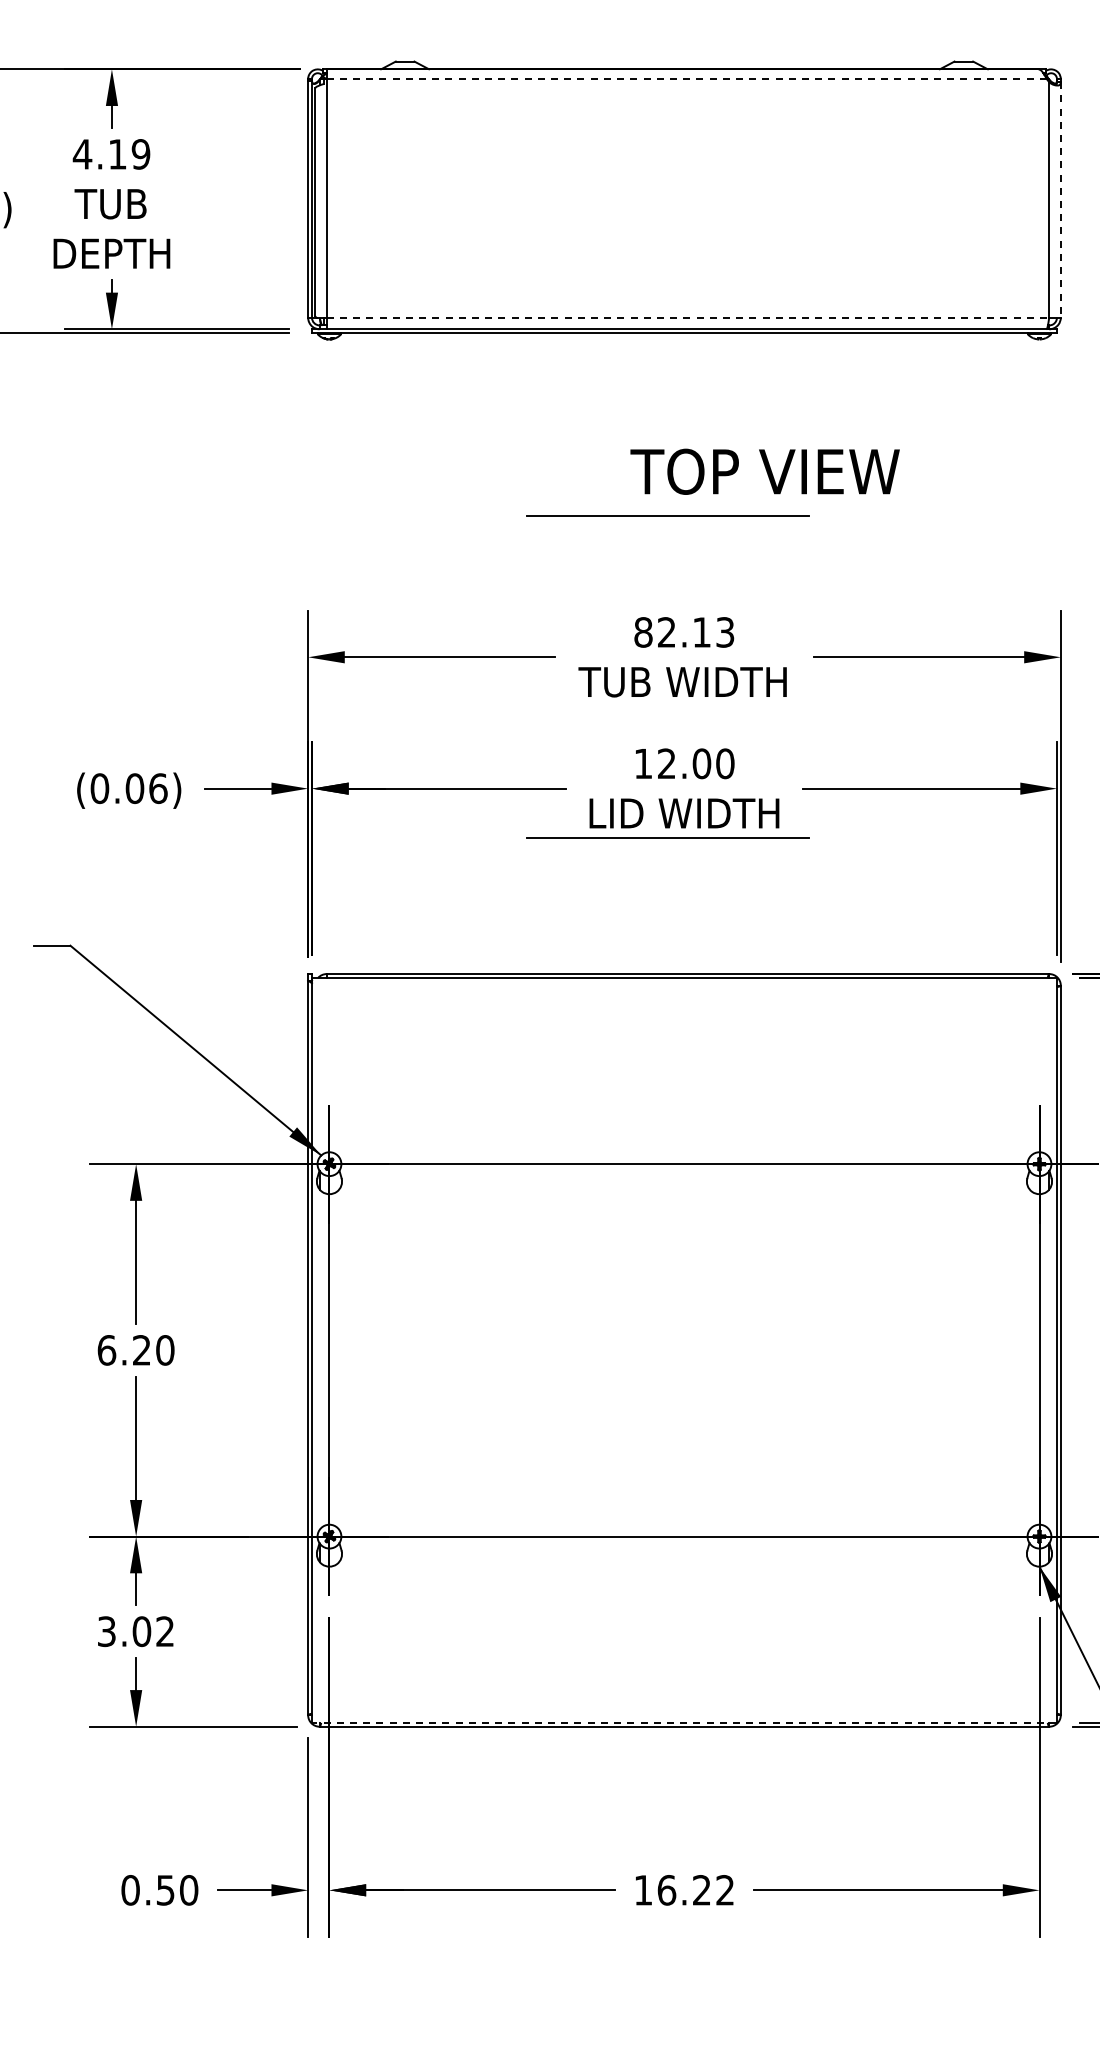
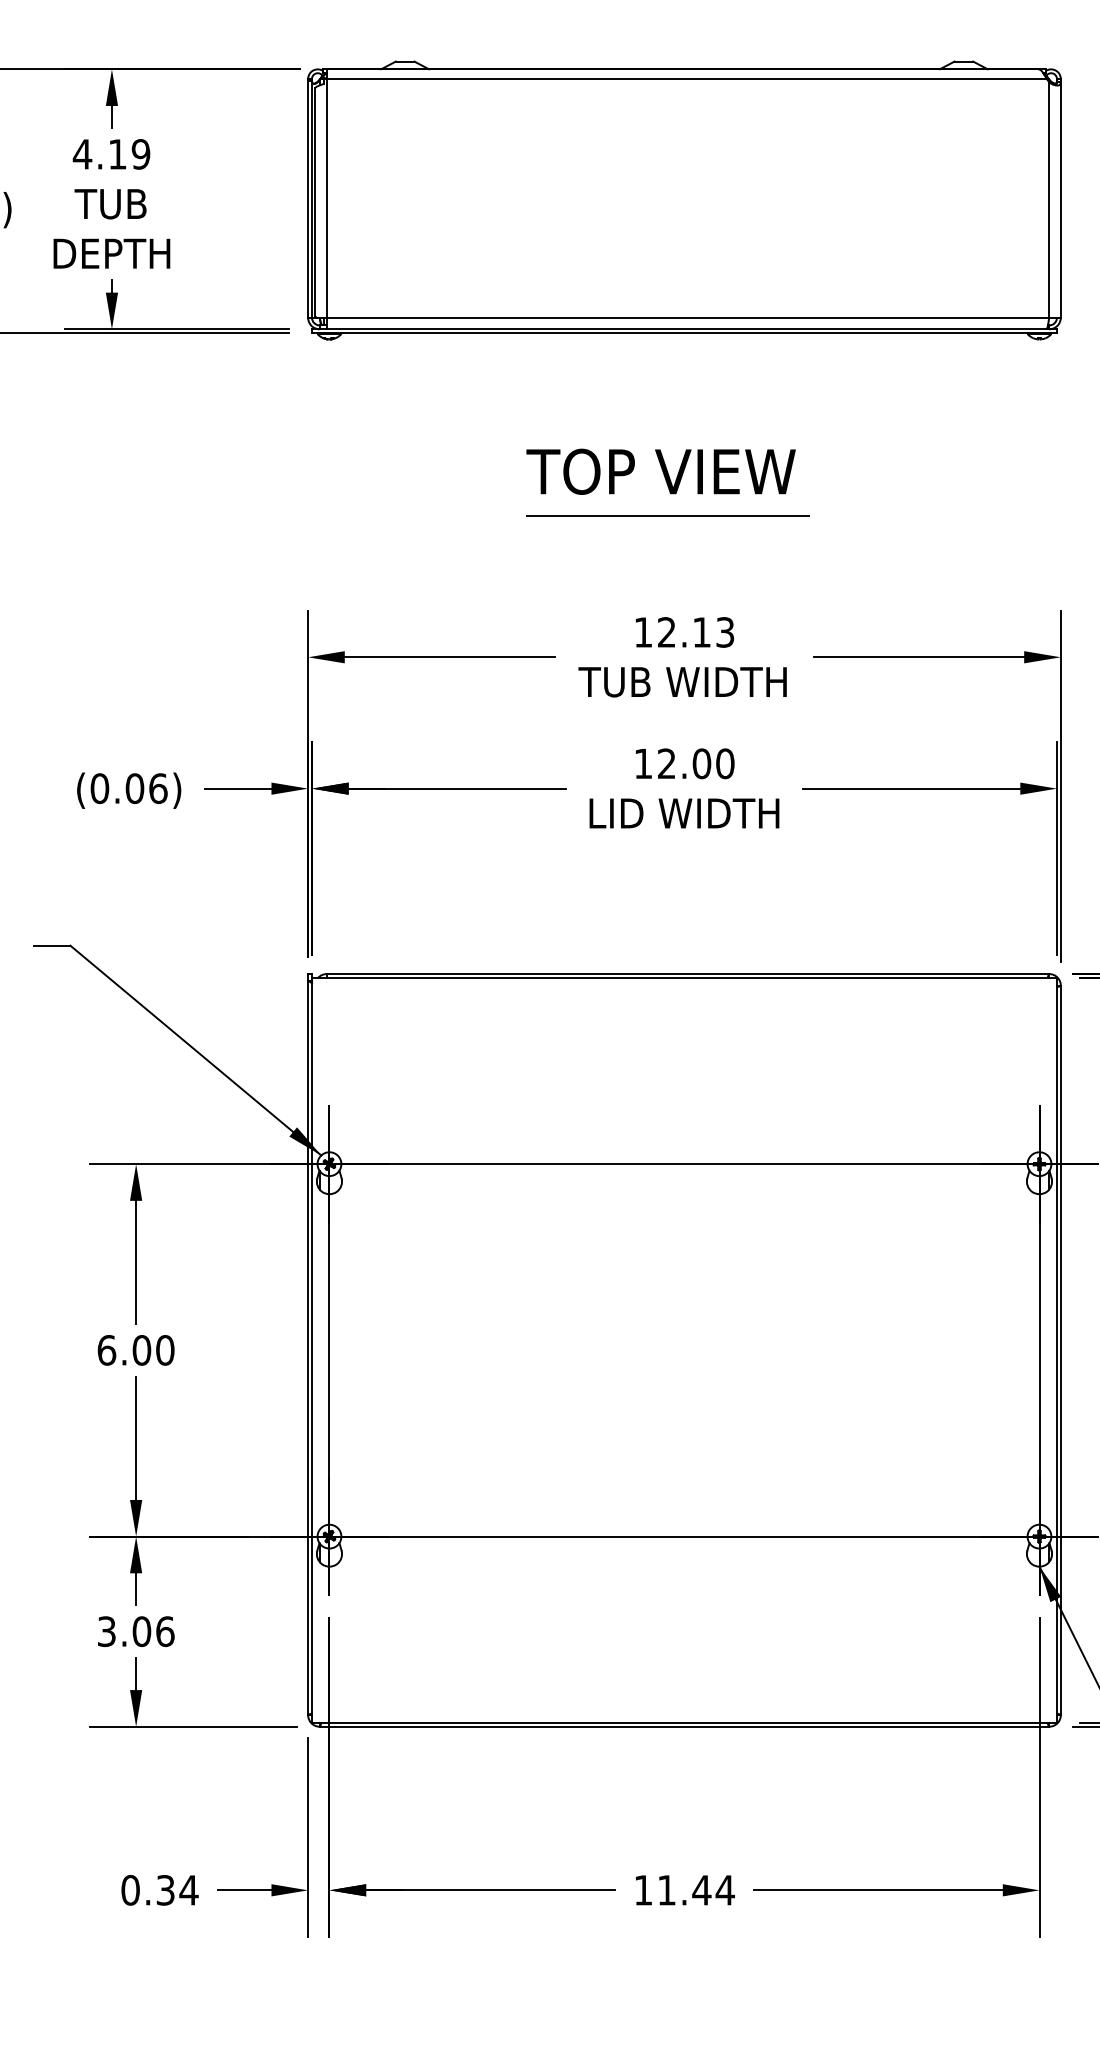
line at (686, 79): dashed -> solid
line at (1060, 199): dashed -> solid
line at (688, 317): dashed -> solid
text at (764, 471) position: (764, 471) -> (660, 471)
text at (643, 632): 82.13 -> 12.13
line at (667, 837): present -> none
text at (141, 1350): 6.20 -> 6.00
text at (165, 1631): 3.02 -> 3.06
line at (683, 1722): dashed -> solid
text at (177, 1890): 0.50 -> 0.34
text at (695, 1890): 16.22 -> 11.44
